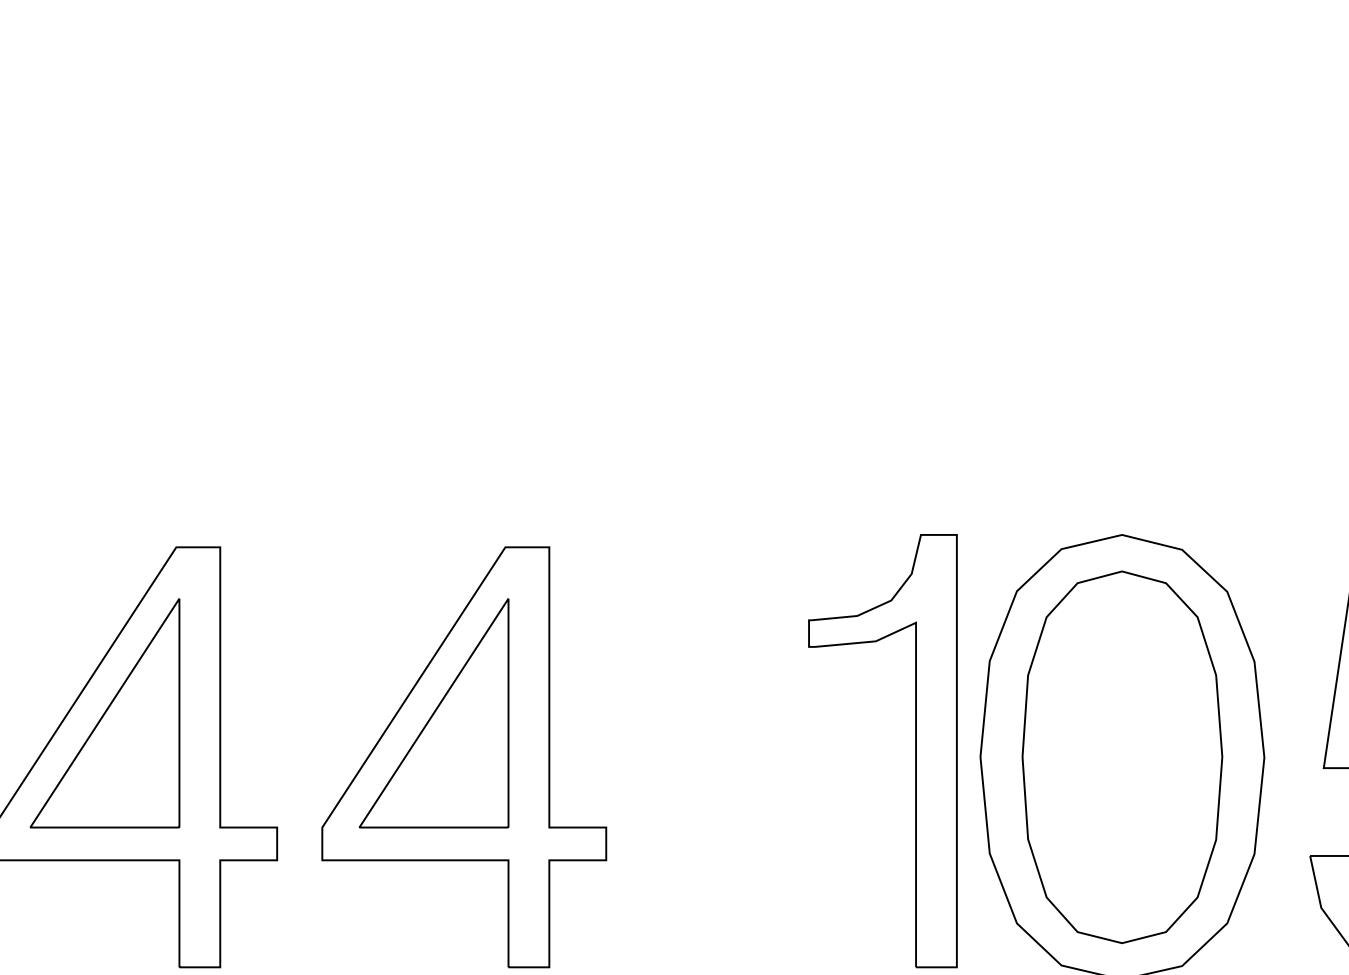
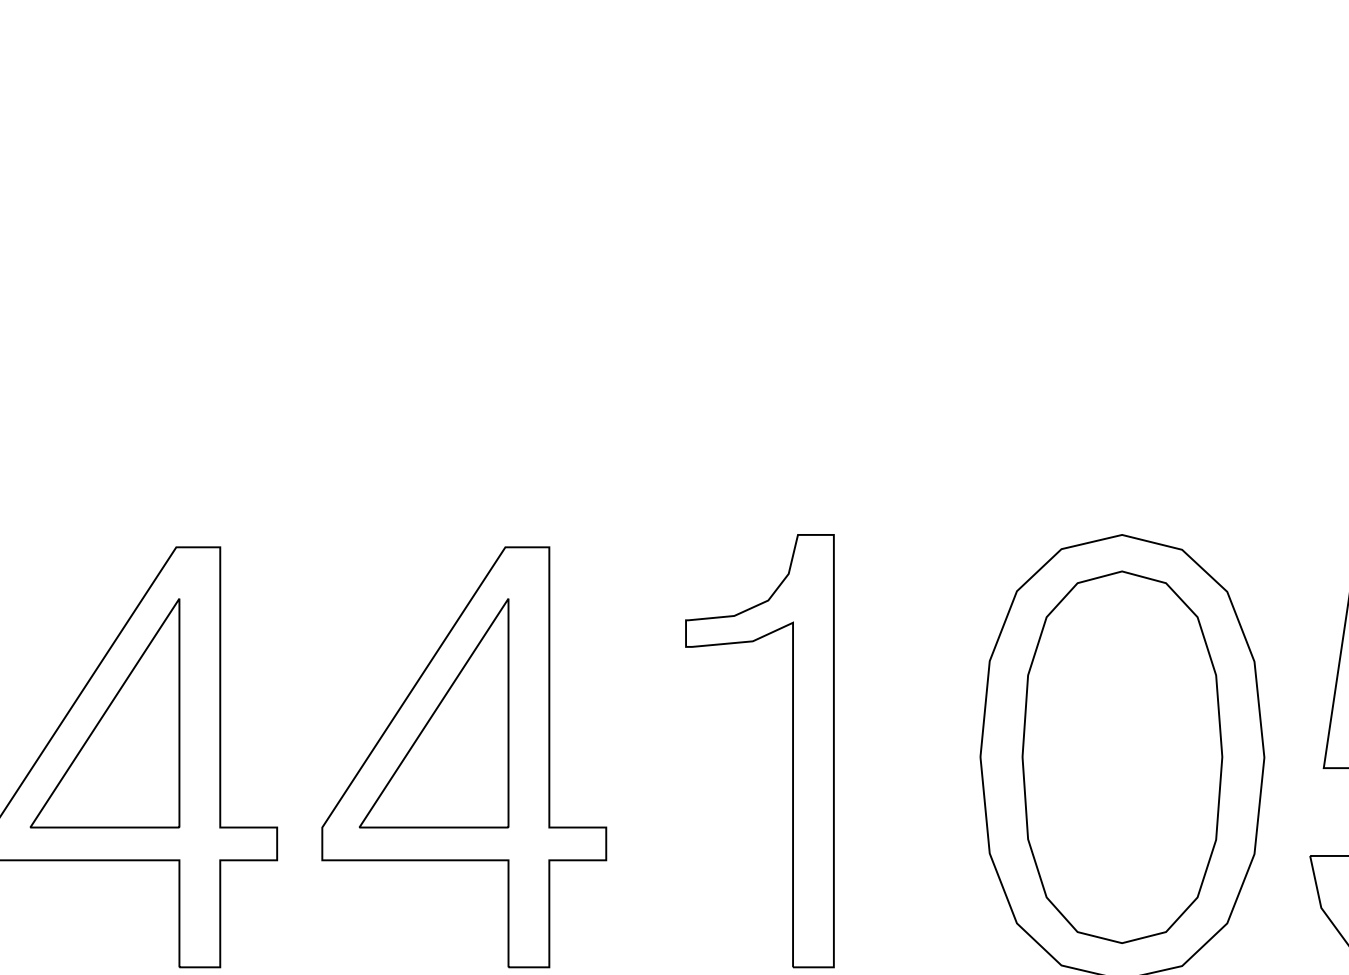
part at (915, 751) position: (915, 751) -> (792, 751)
